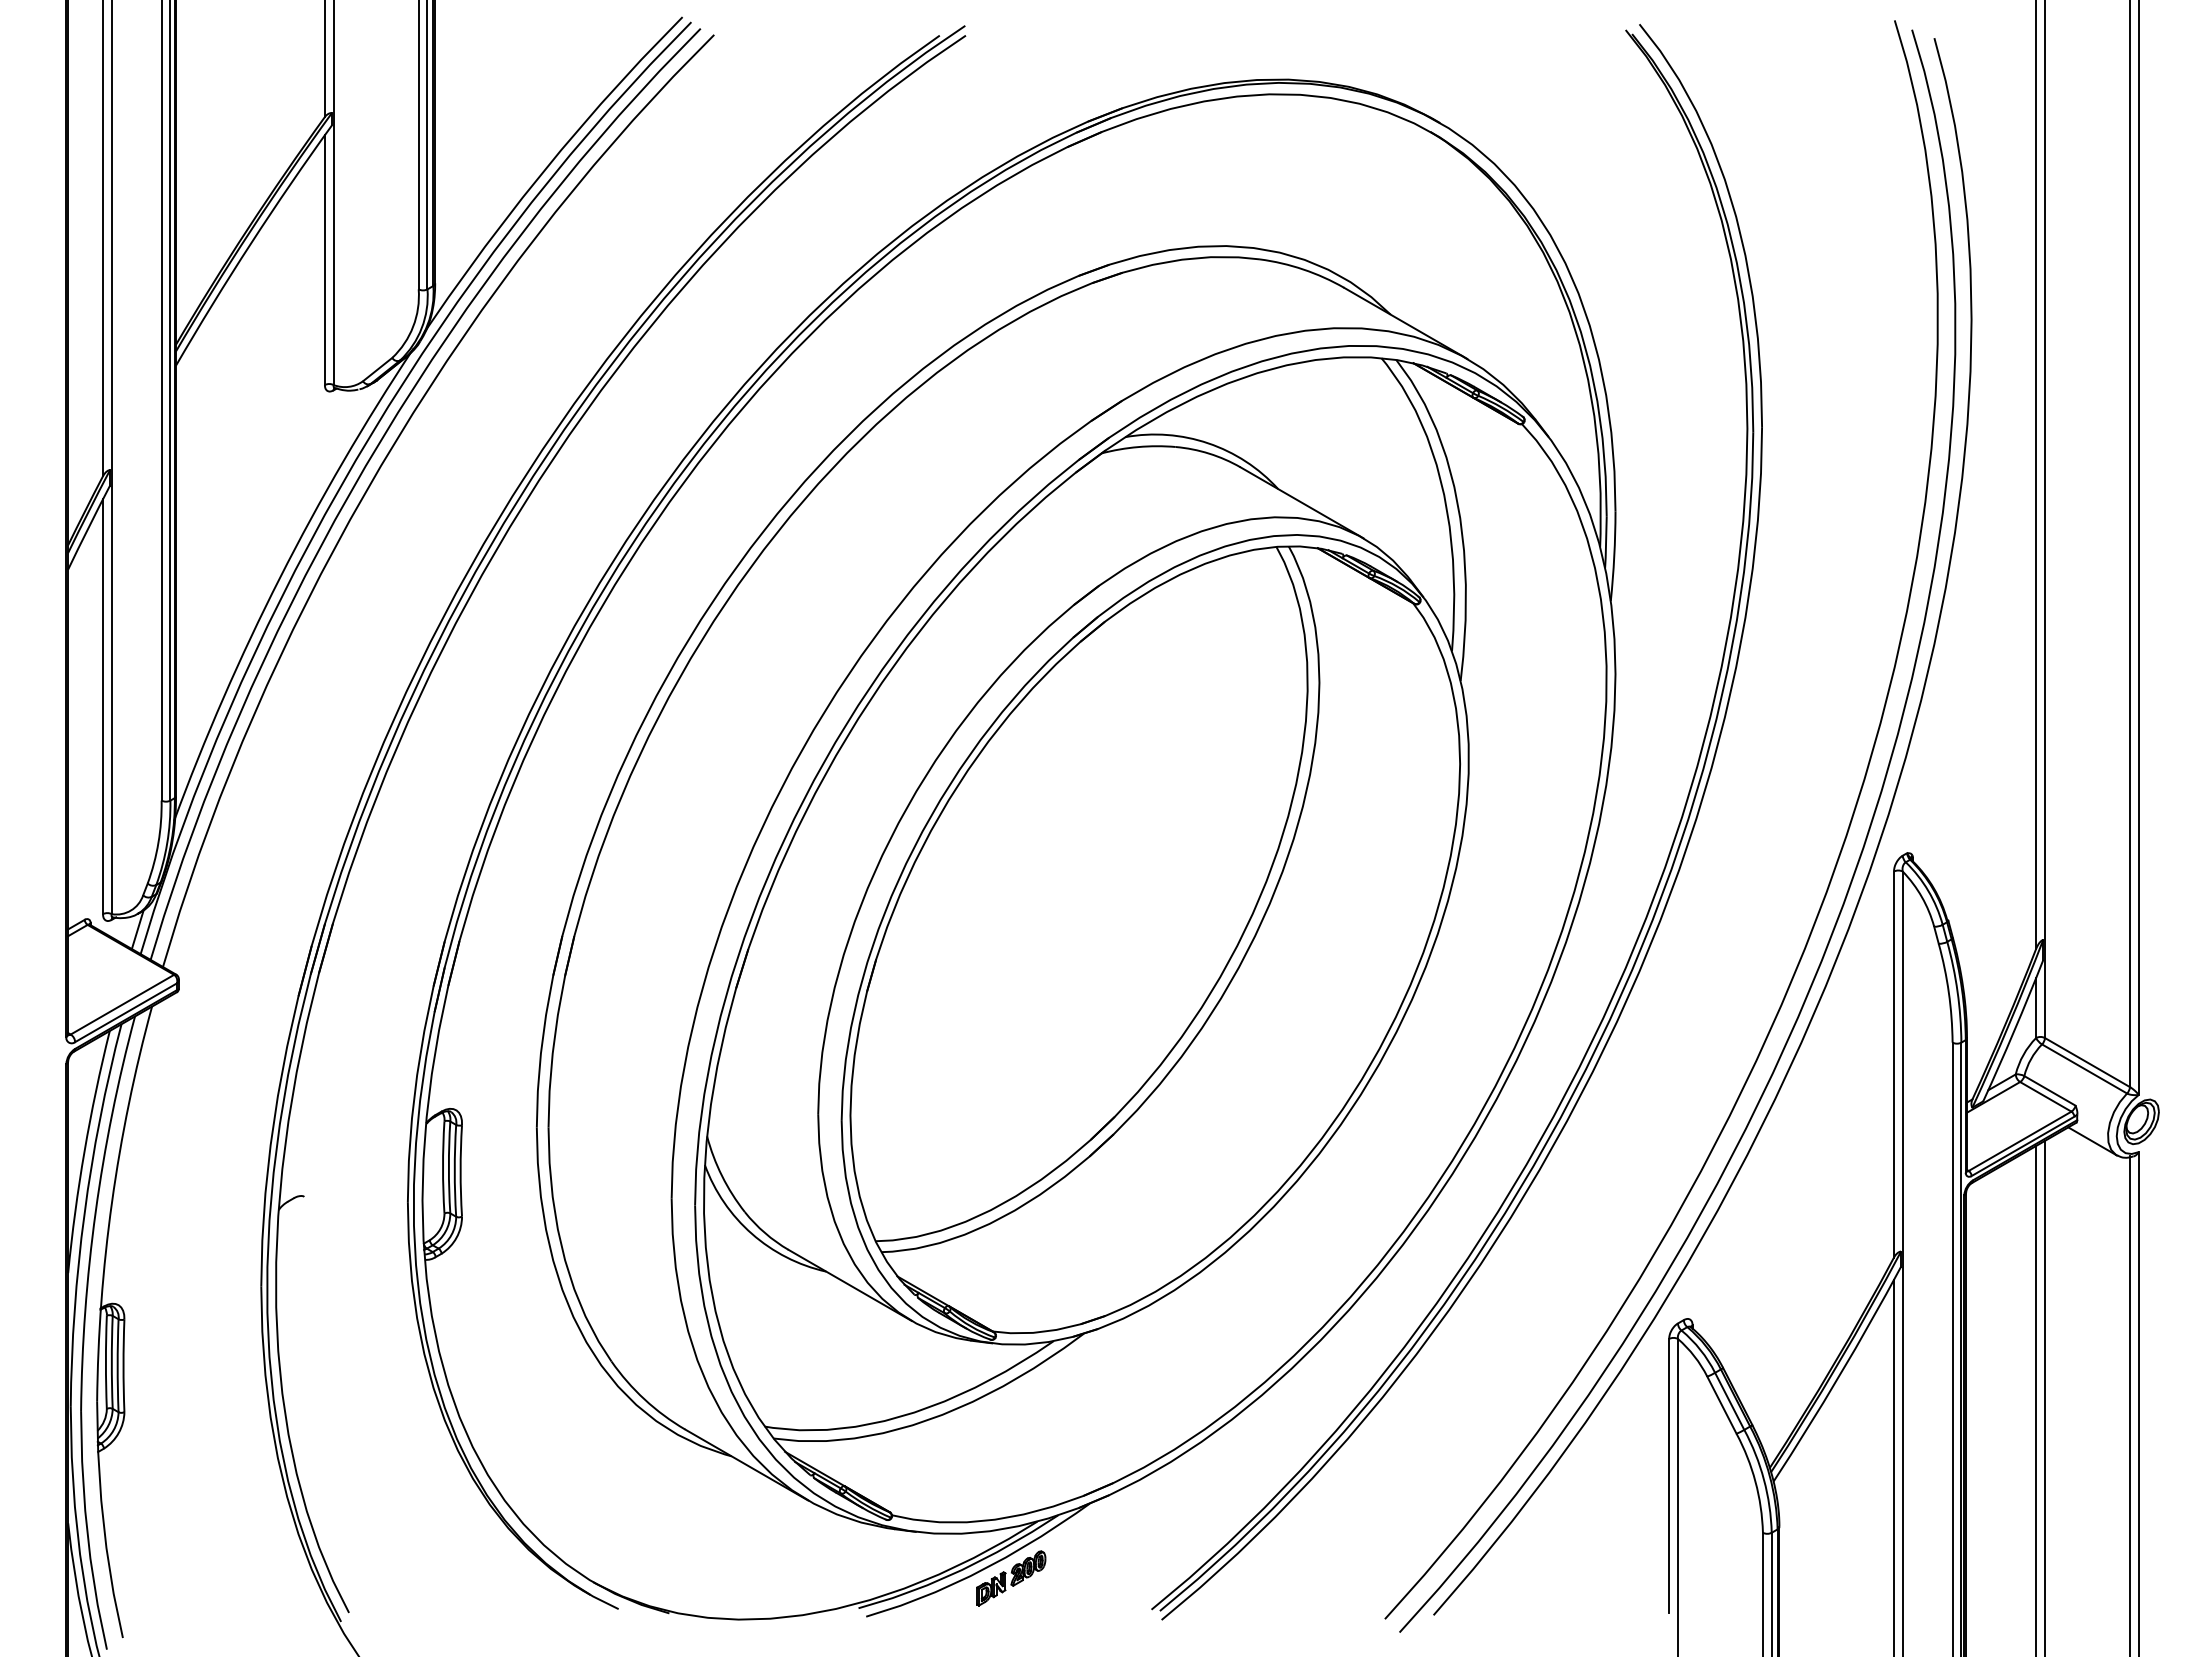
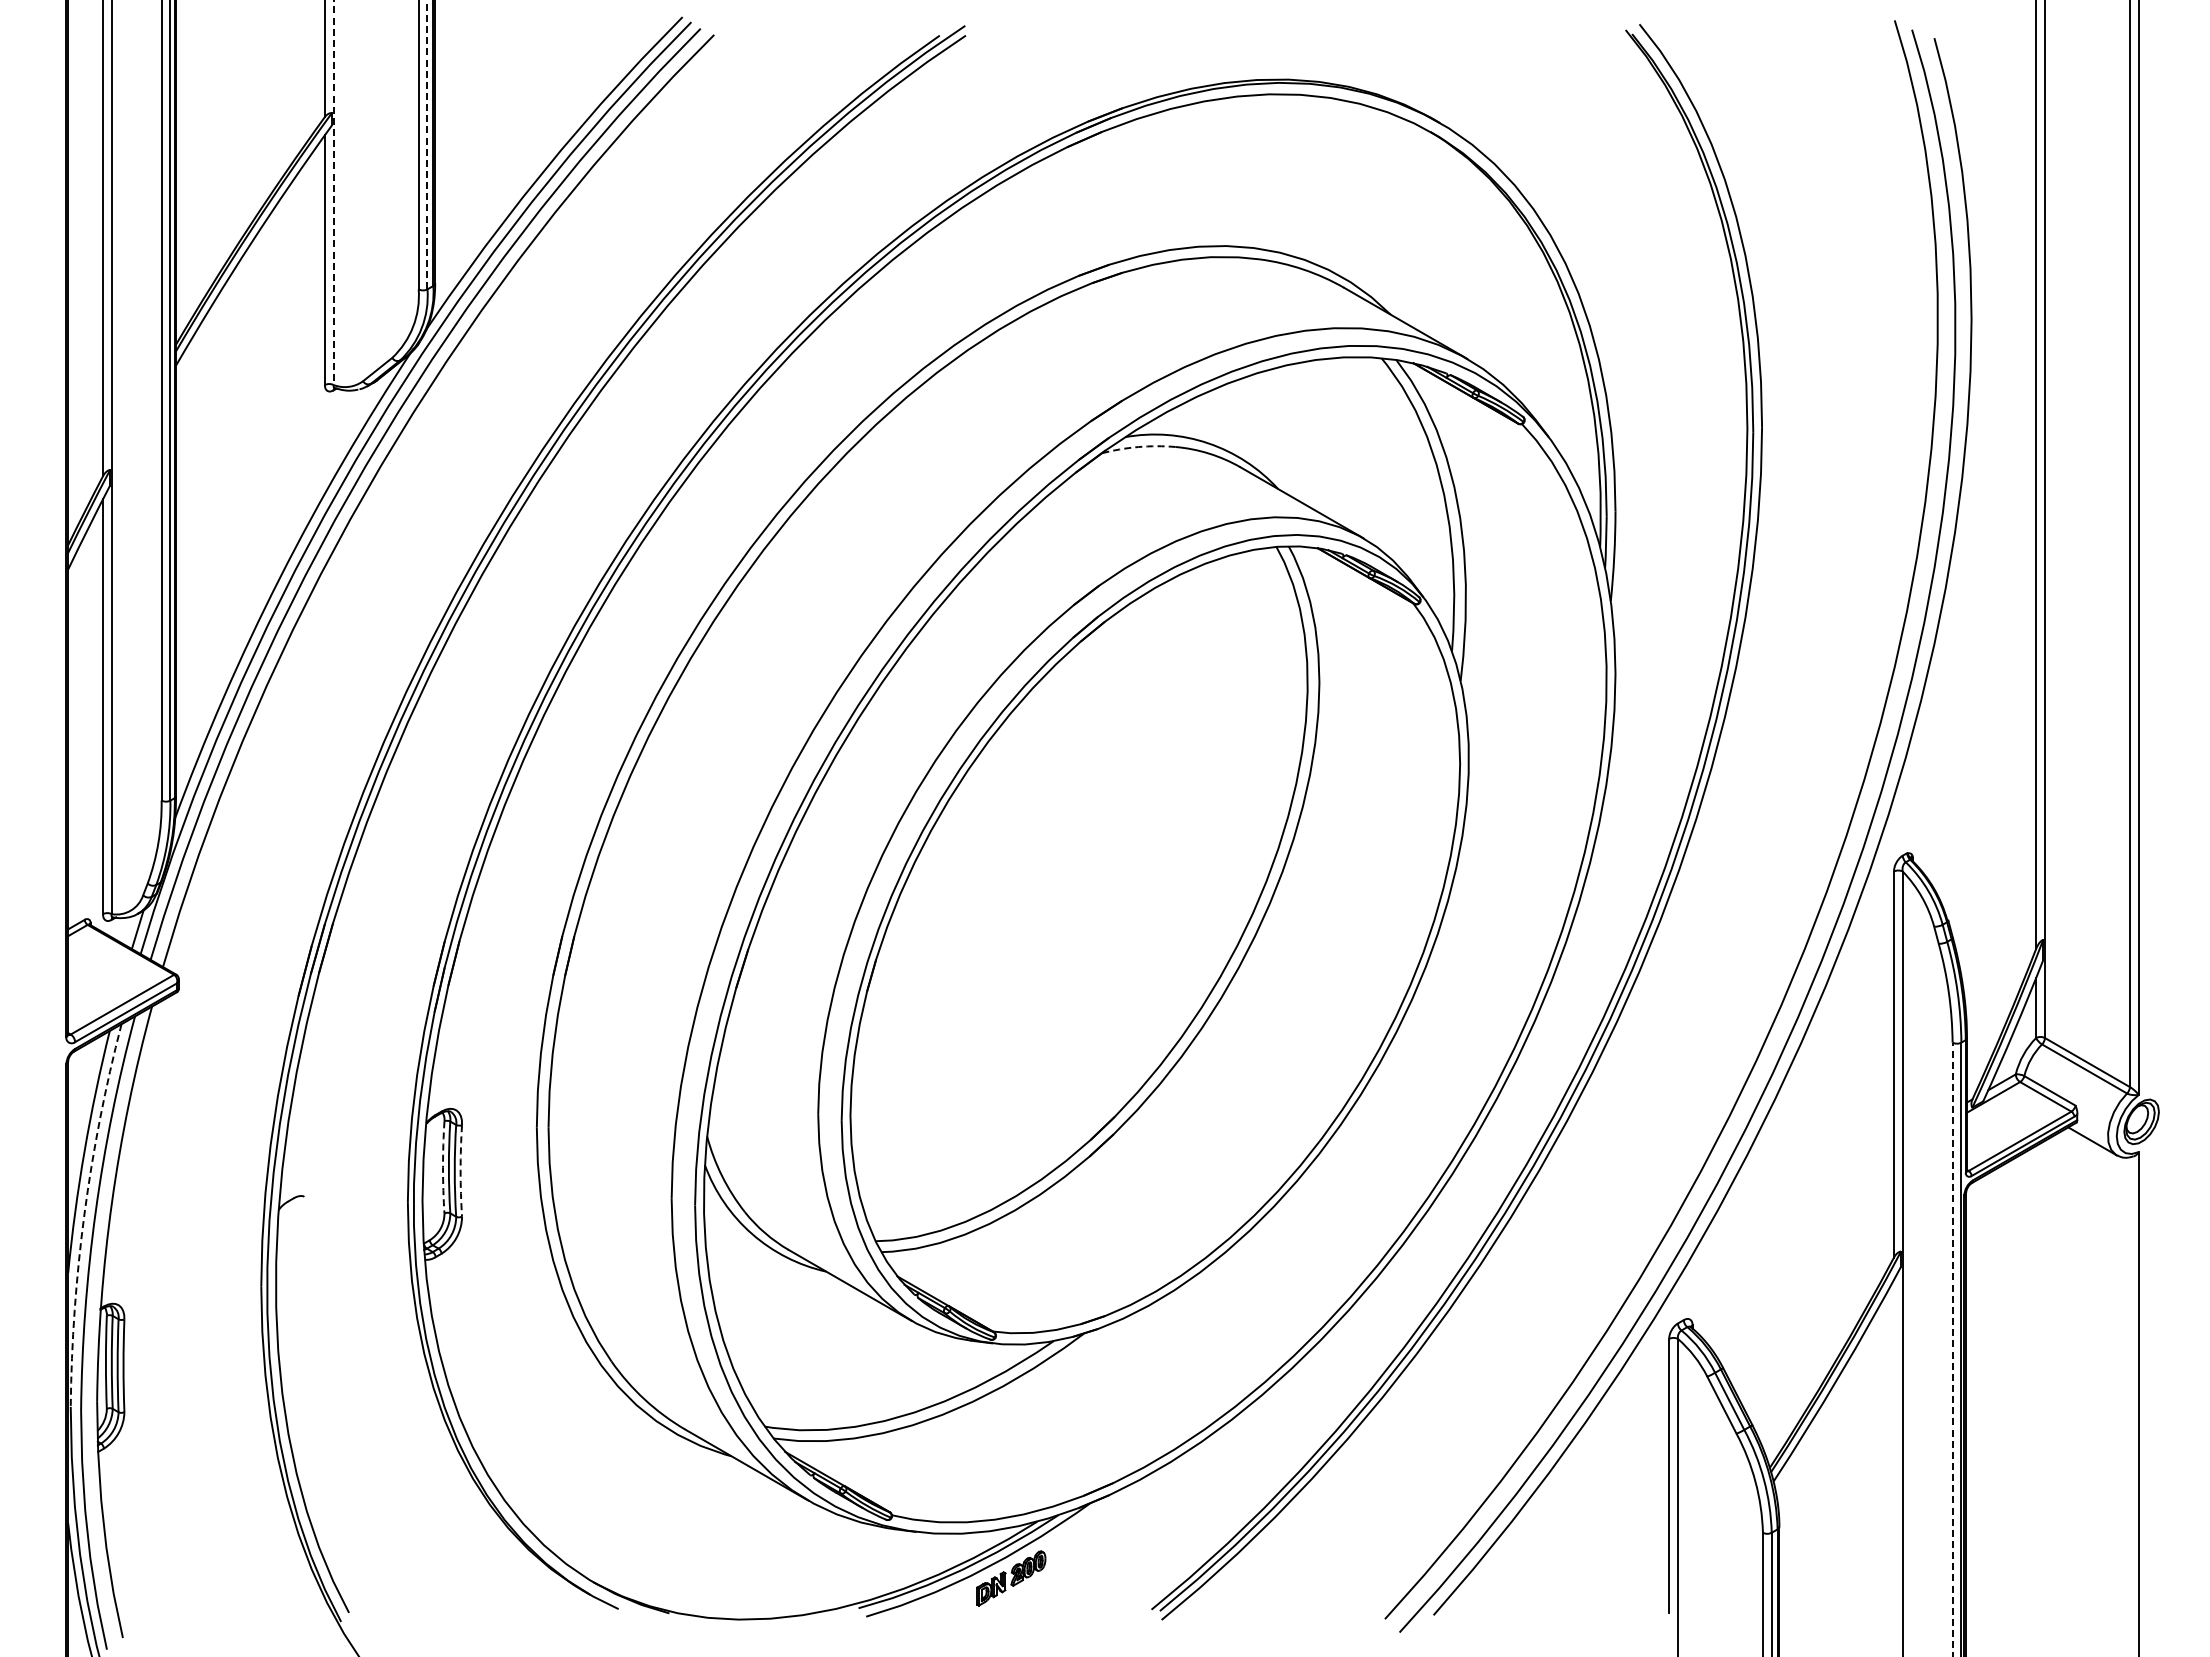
line at (427, 145): solid -> dashed
line at (333, 193): solid -> dashed
arc at (1138, 447): solid -> dashed
arc at (443, 1167): solid -> dashed
arc at (460, 1170): solid -> dashed
arc at (84, 1214): solid -> dashed
line at (1952, 1349): solid -> dashed
line at (2044, 1396): present -> none
line at (2036, 1399): present -> none
line at (2129, 1404): present -> none
line at (1893, 1466): present -> none
